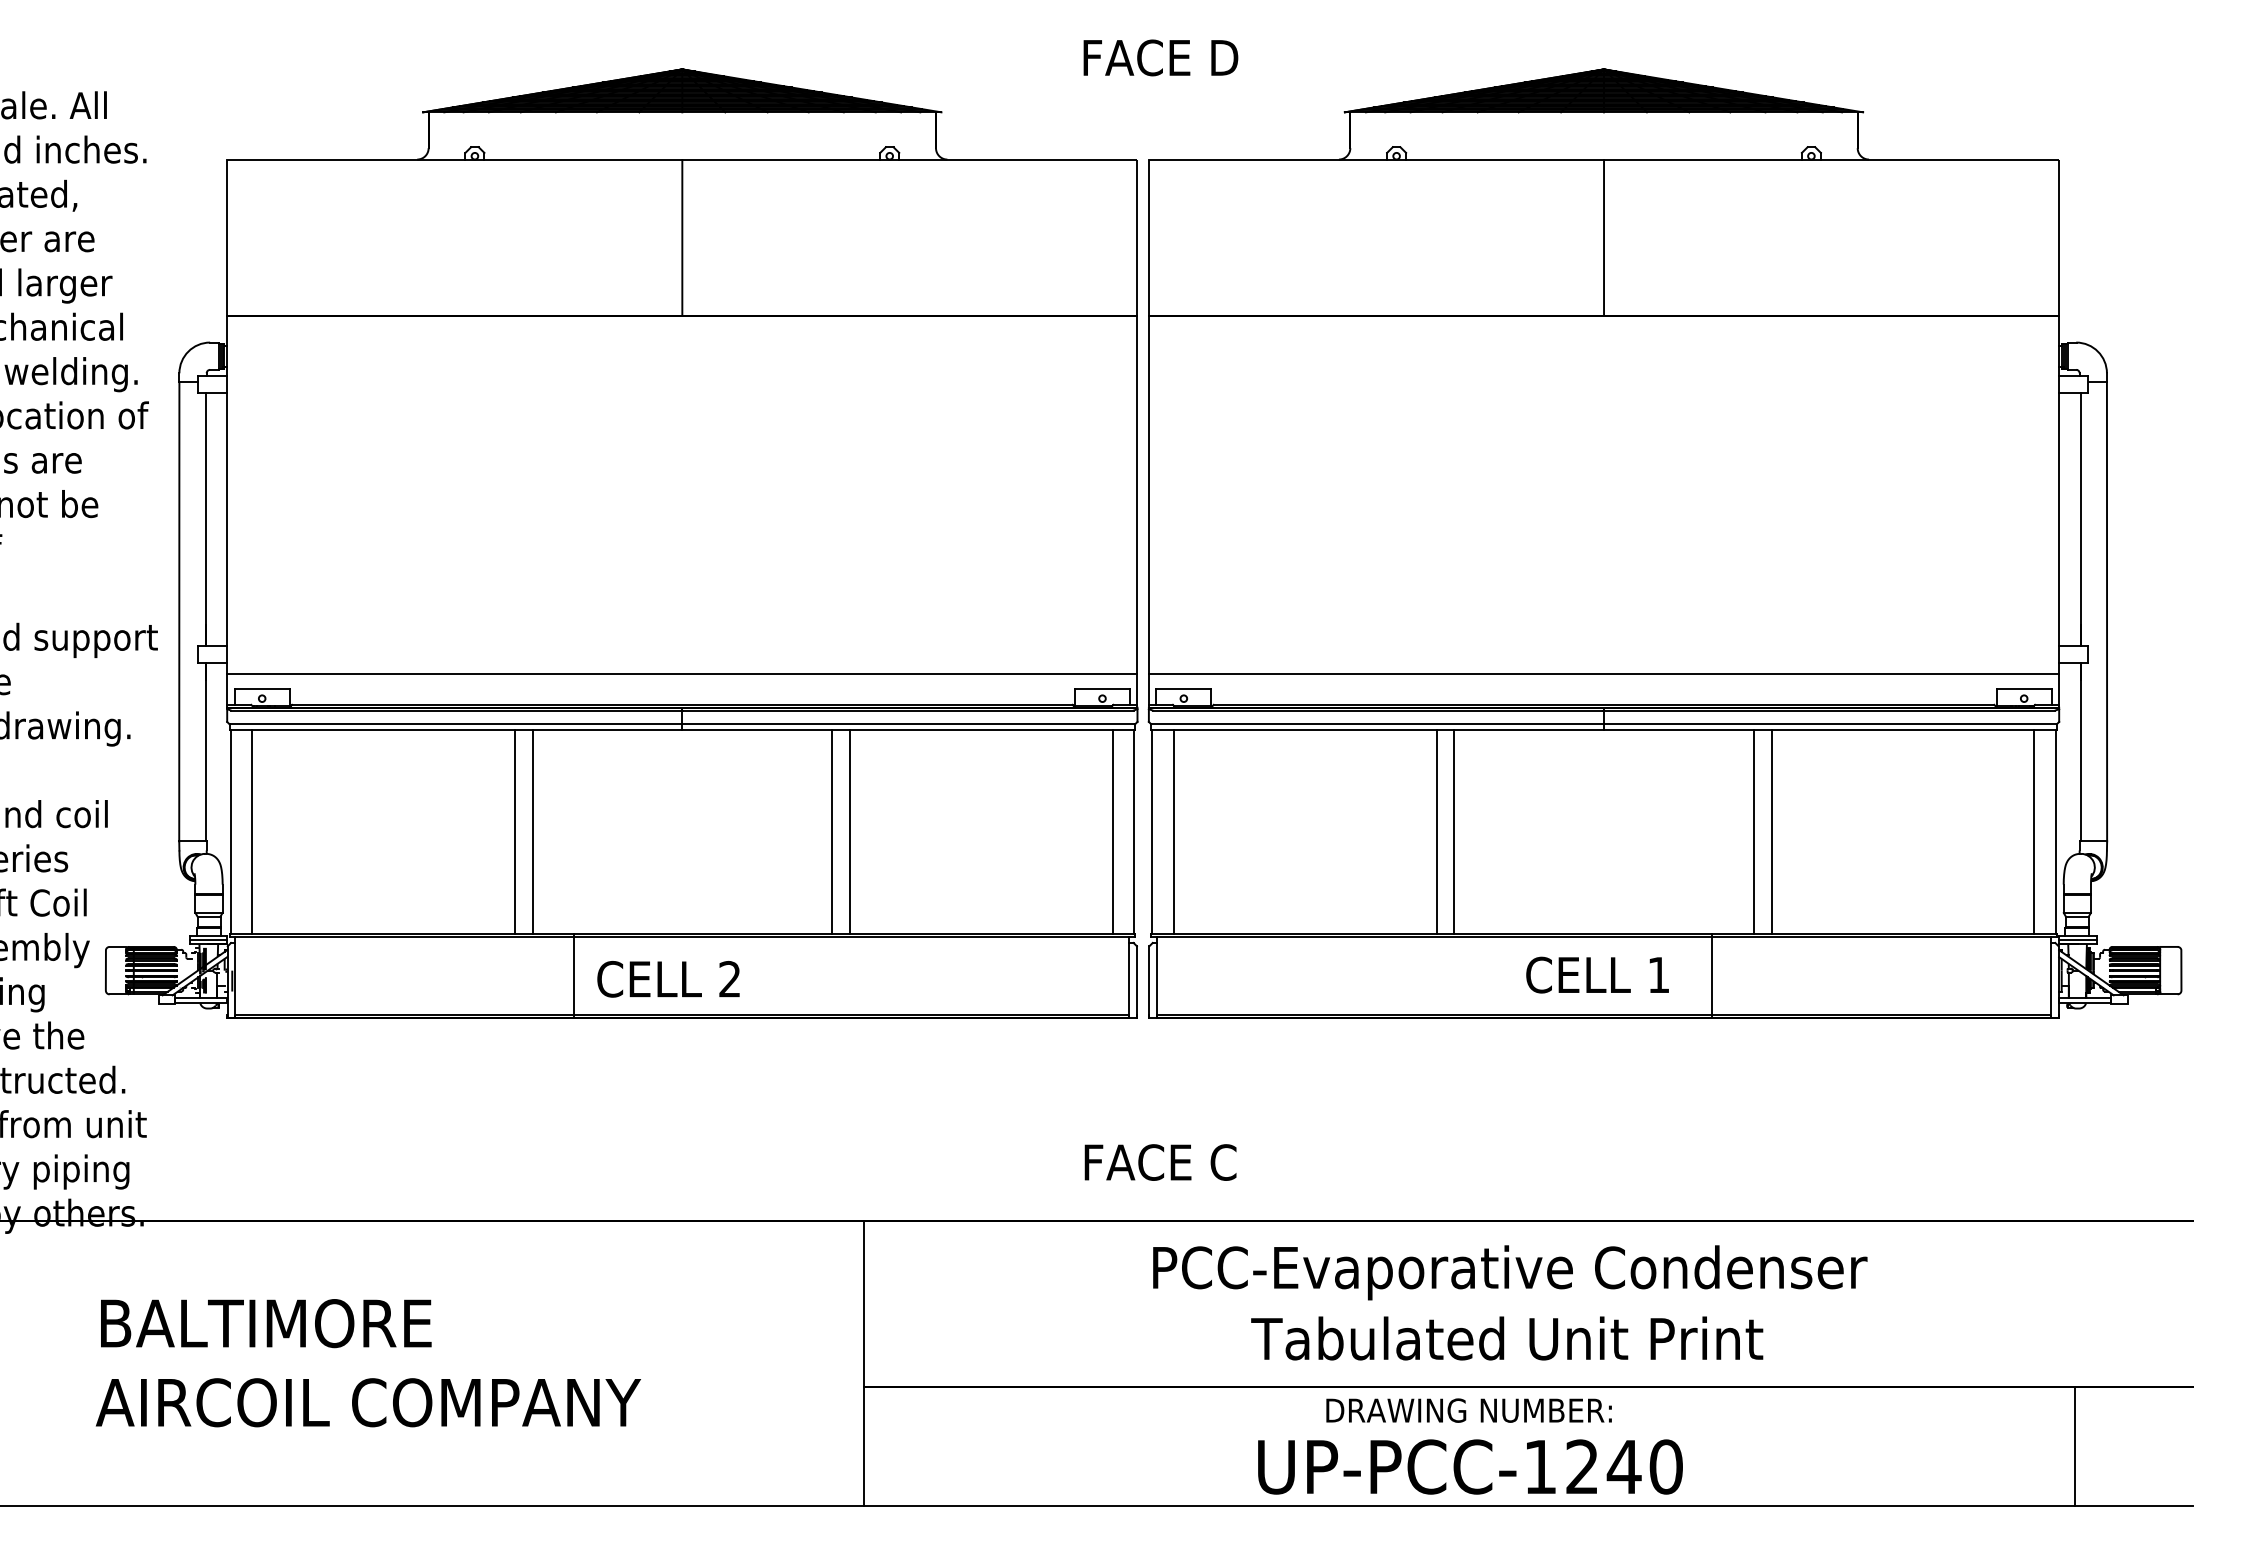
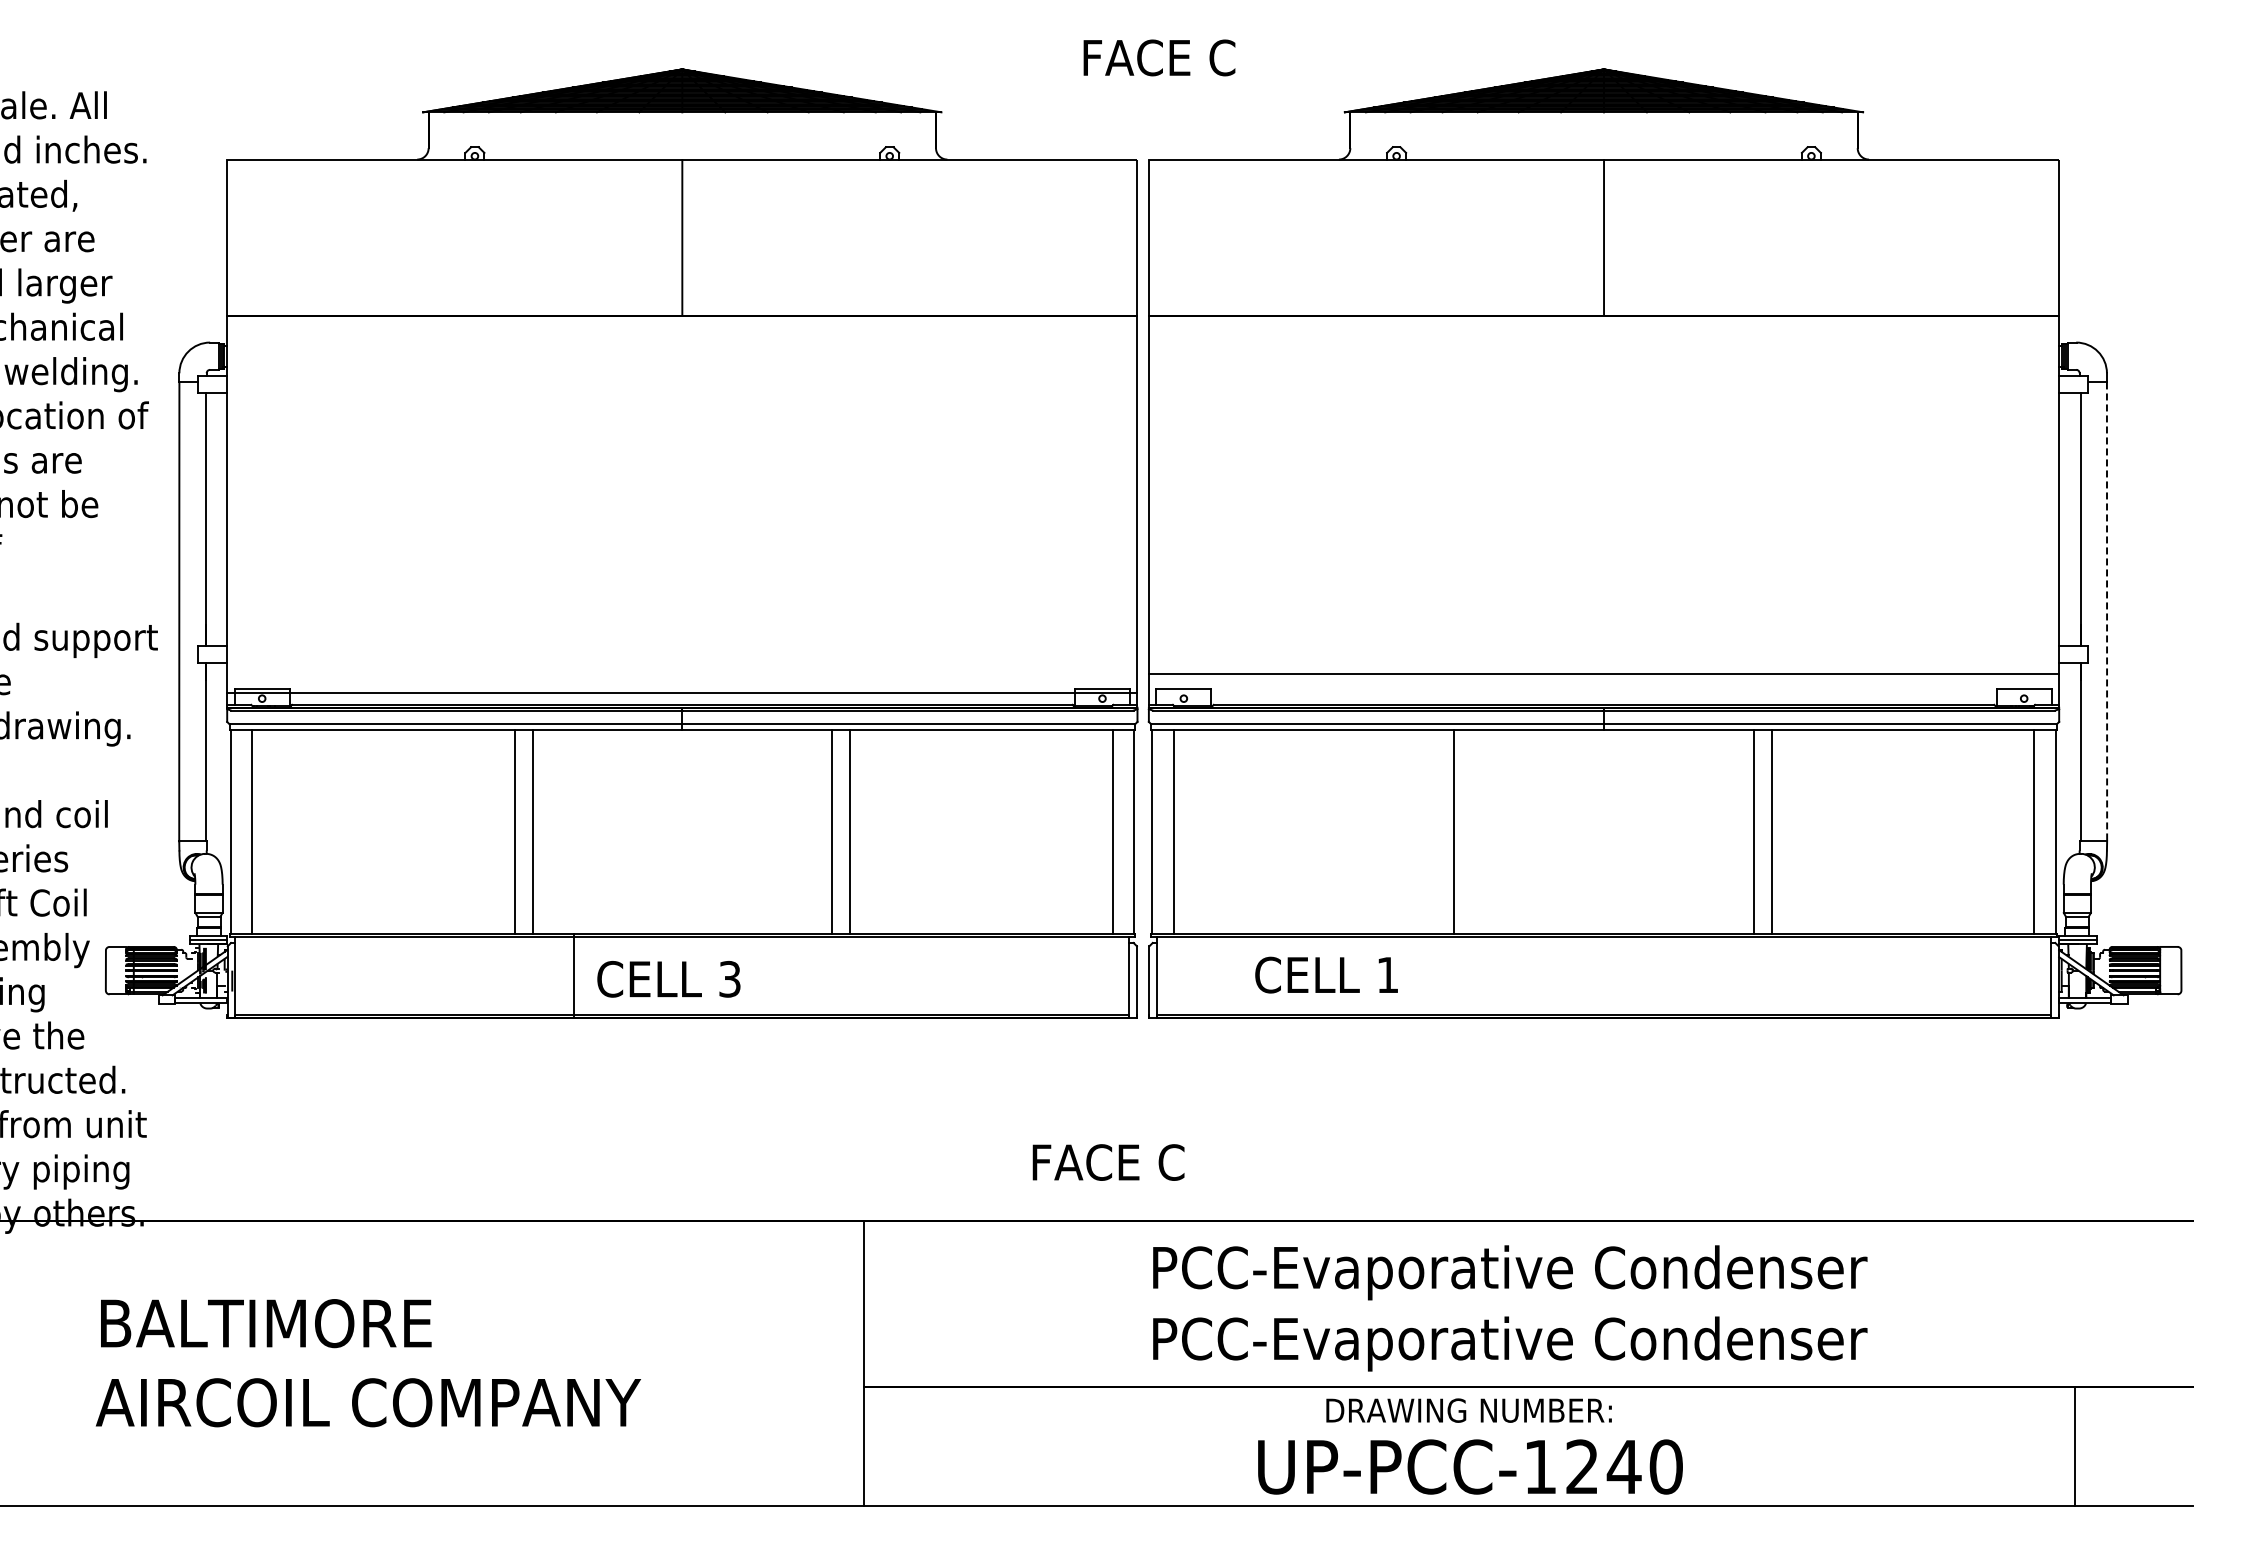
text at (1223, 57): FACE D -> FACE C
line at (2107, 612): solid -> dashed
line at (682, 674) position: (682, 674) -> (682, 693)
line at (1436, 831): present -> none
text at (1597, 974) position: (1597, 974) -> (1326, 974)
line at (1712, 975): present -> none
text at (729, 979): 2 -> 3
text at (1160, 1162) position: (1160, 1162) -> (1108, 1162)
text at (1510, 1343): Tabulated Unit Print -> PCC-Evaporative Condenser
